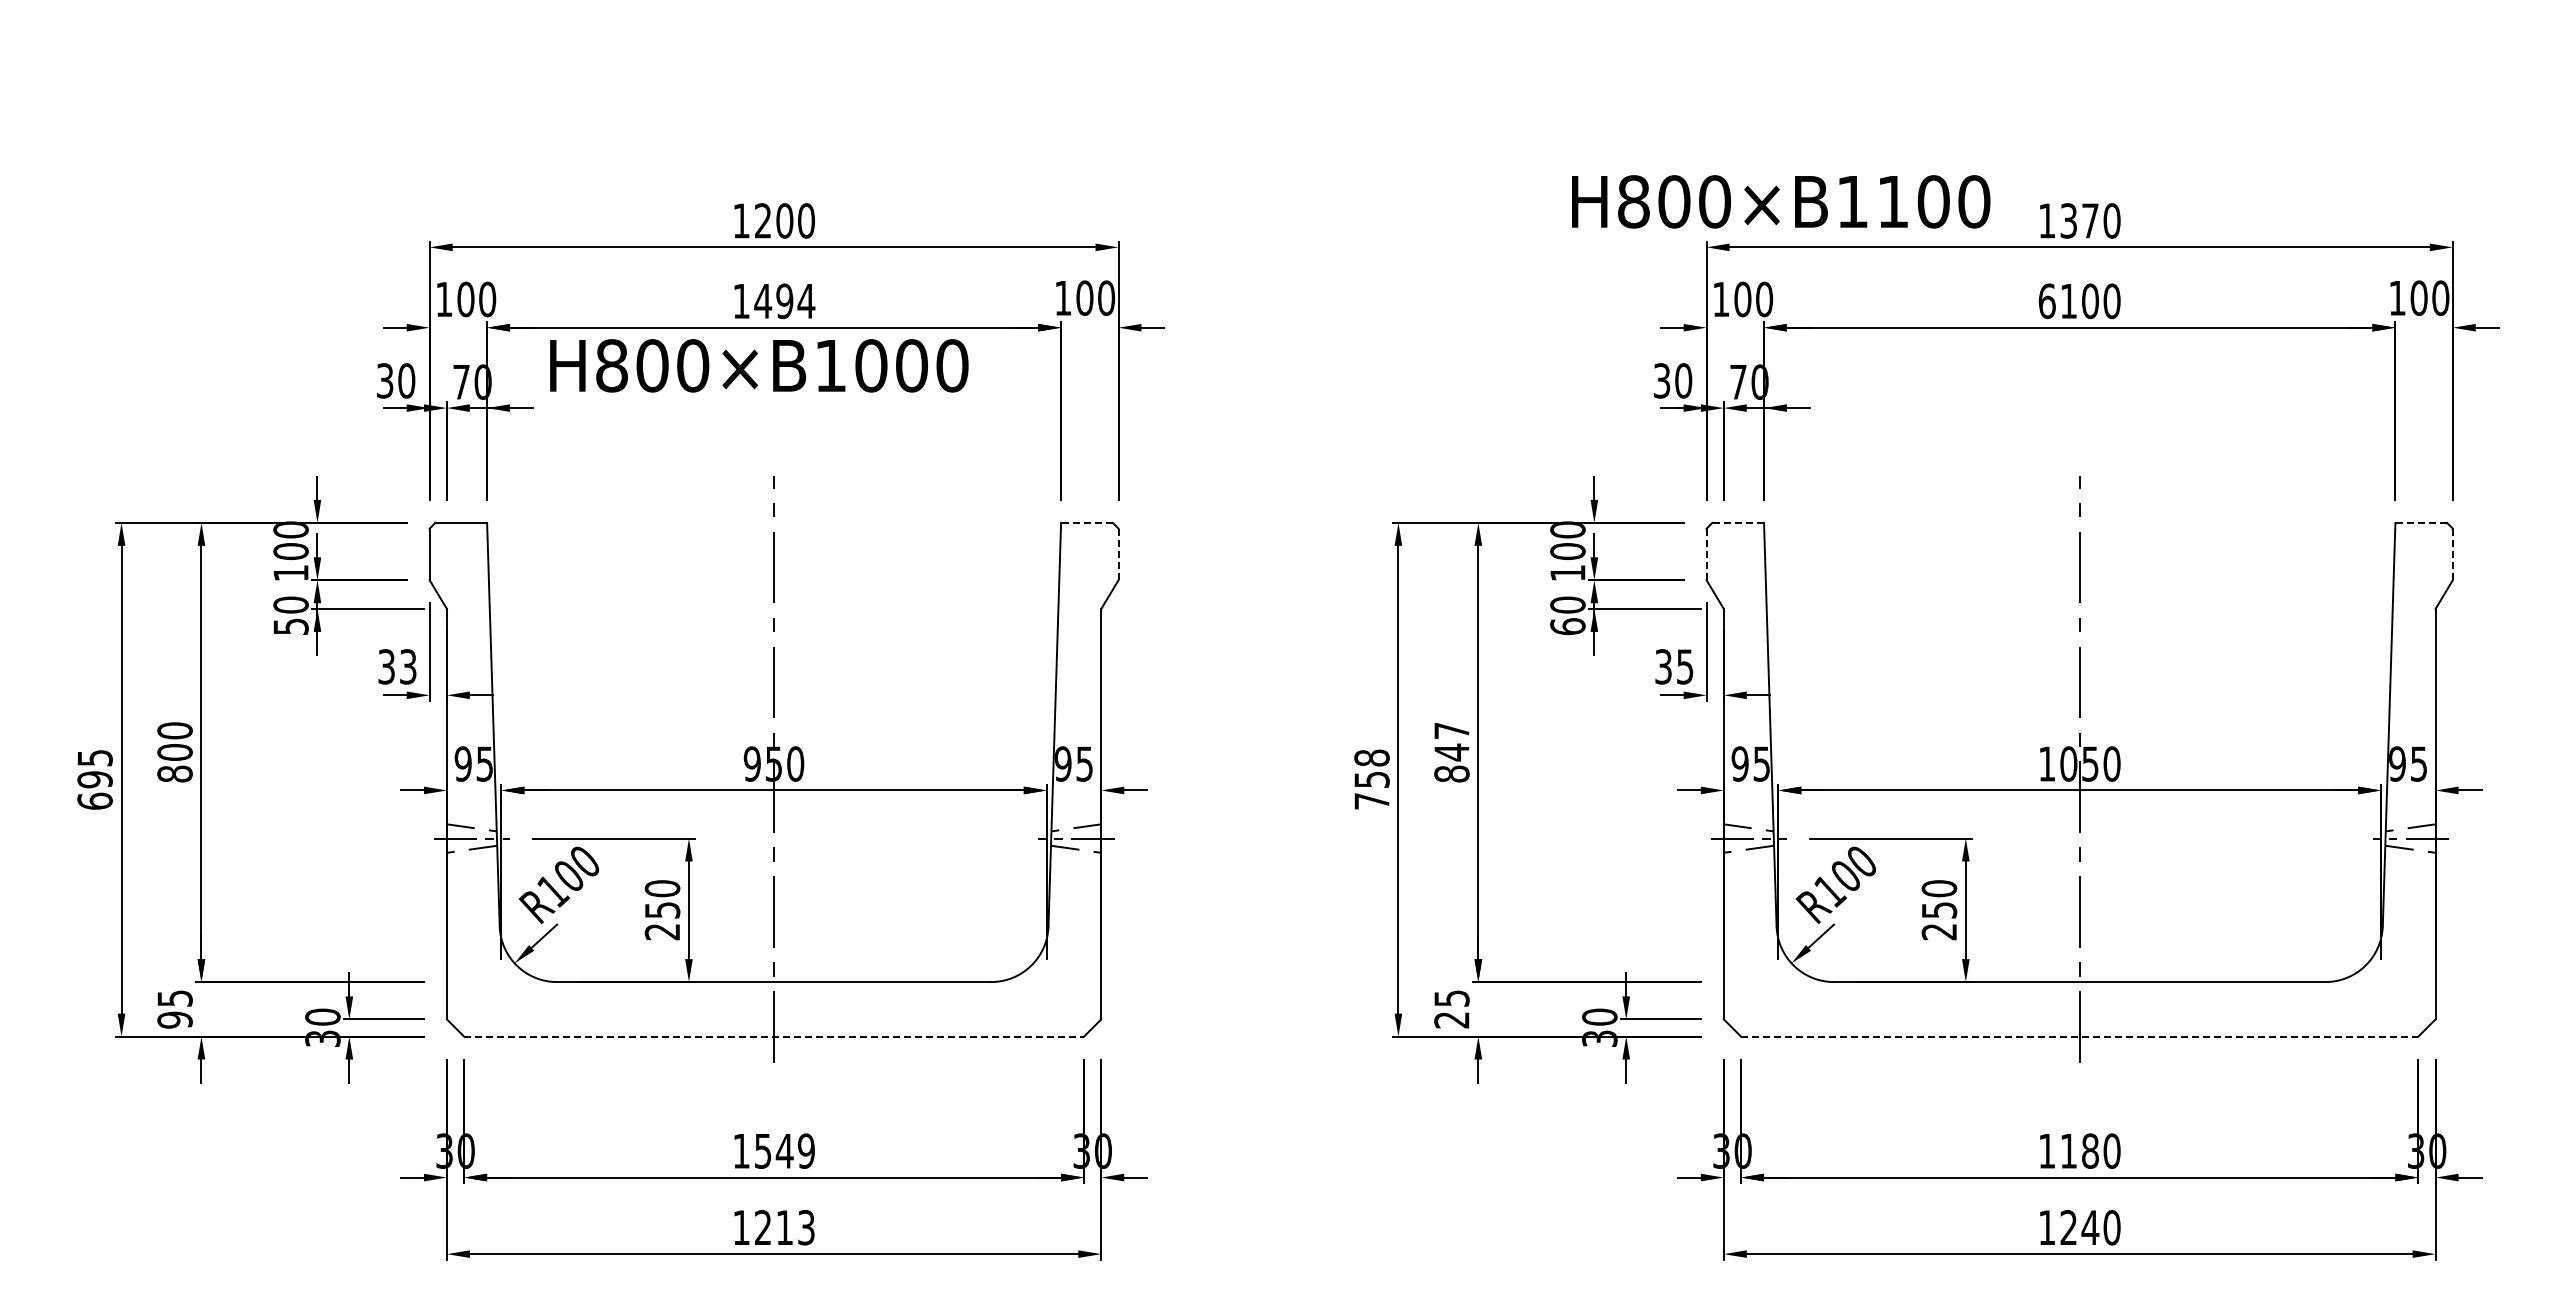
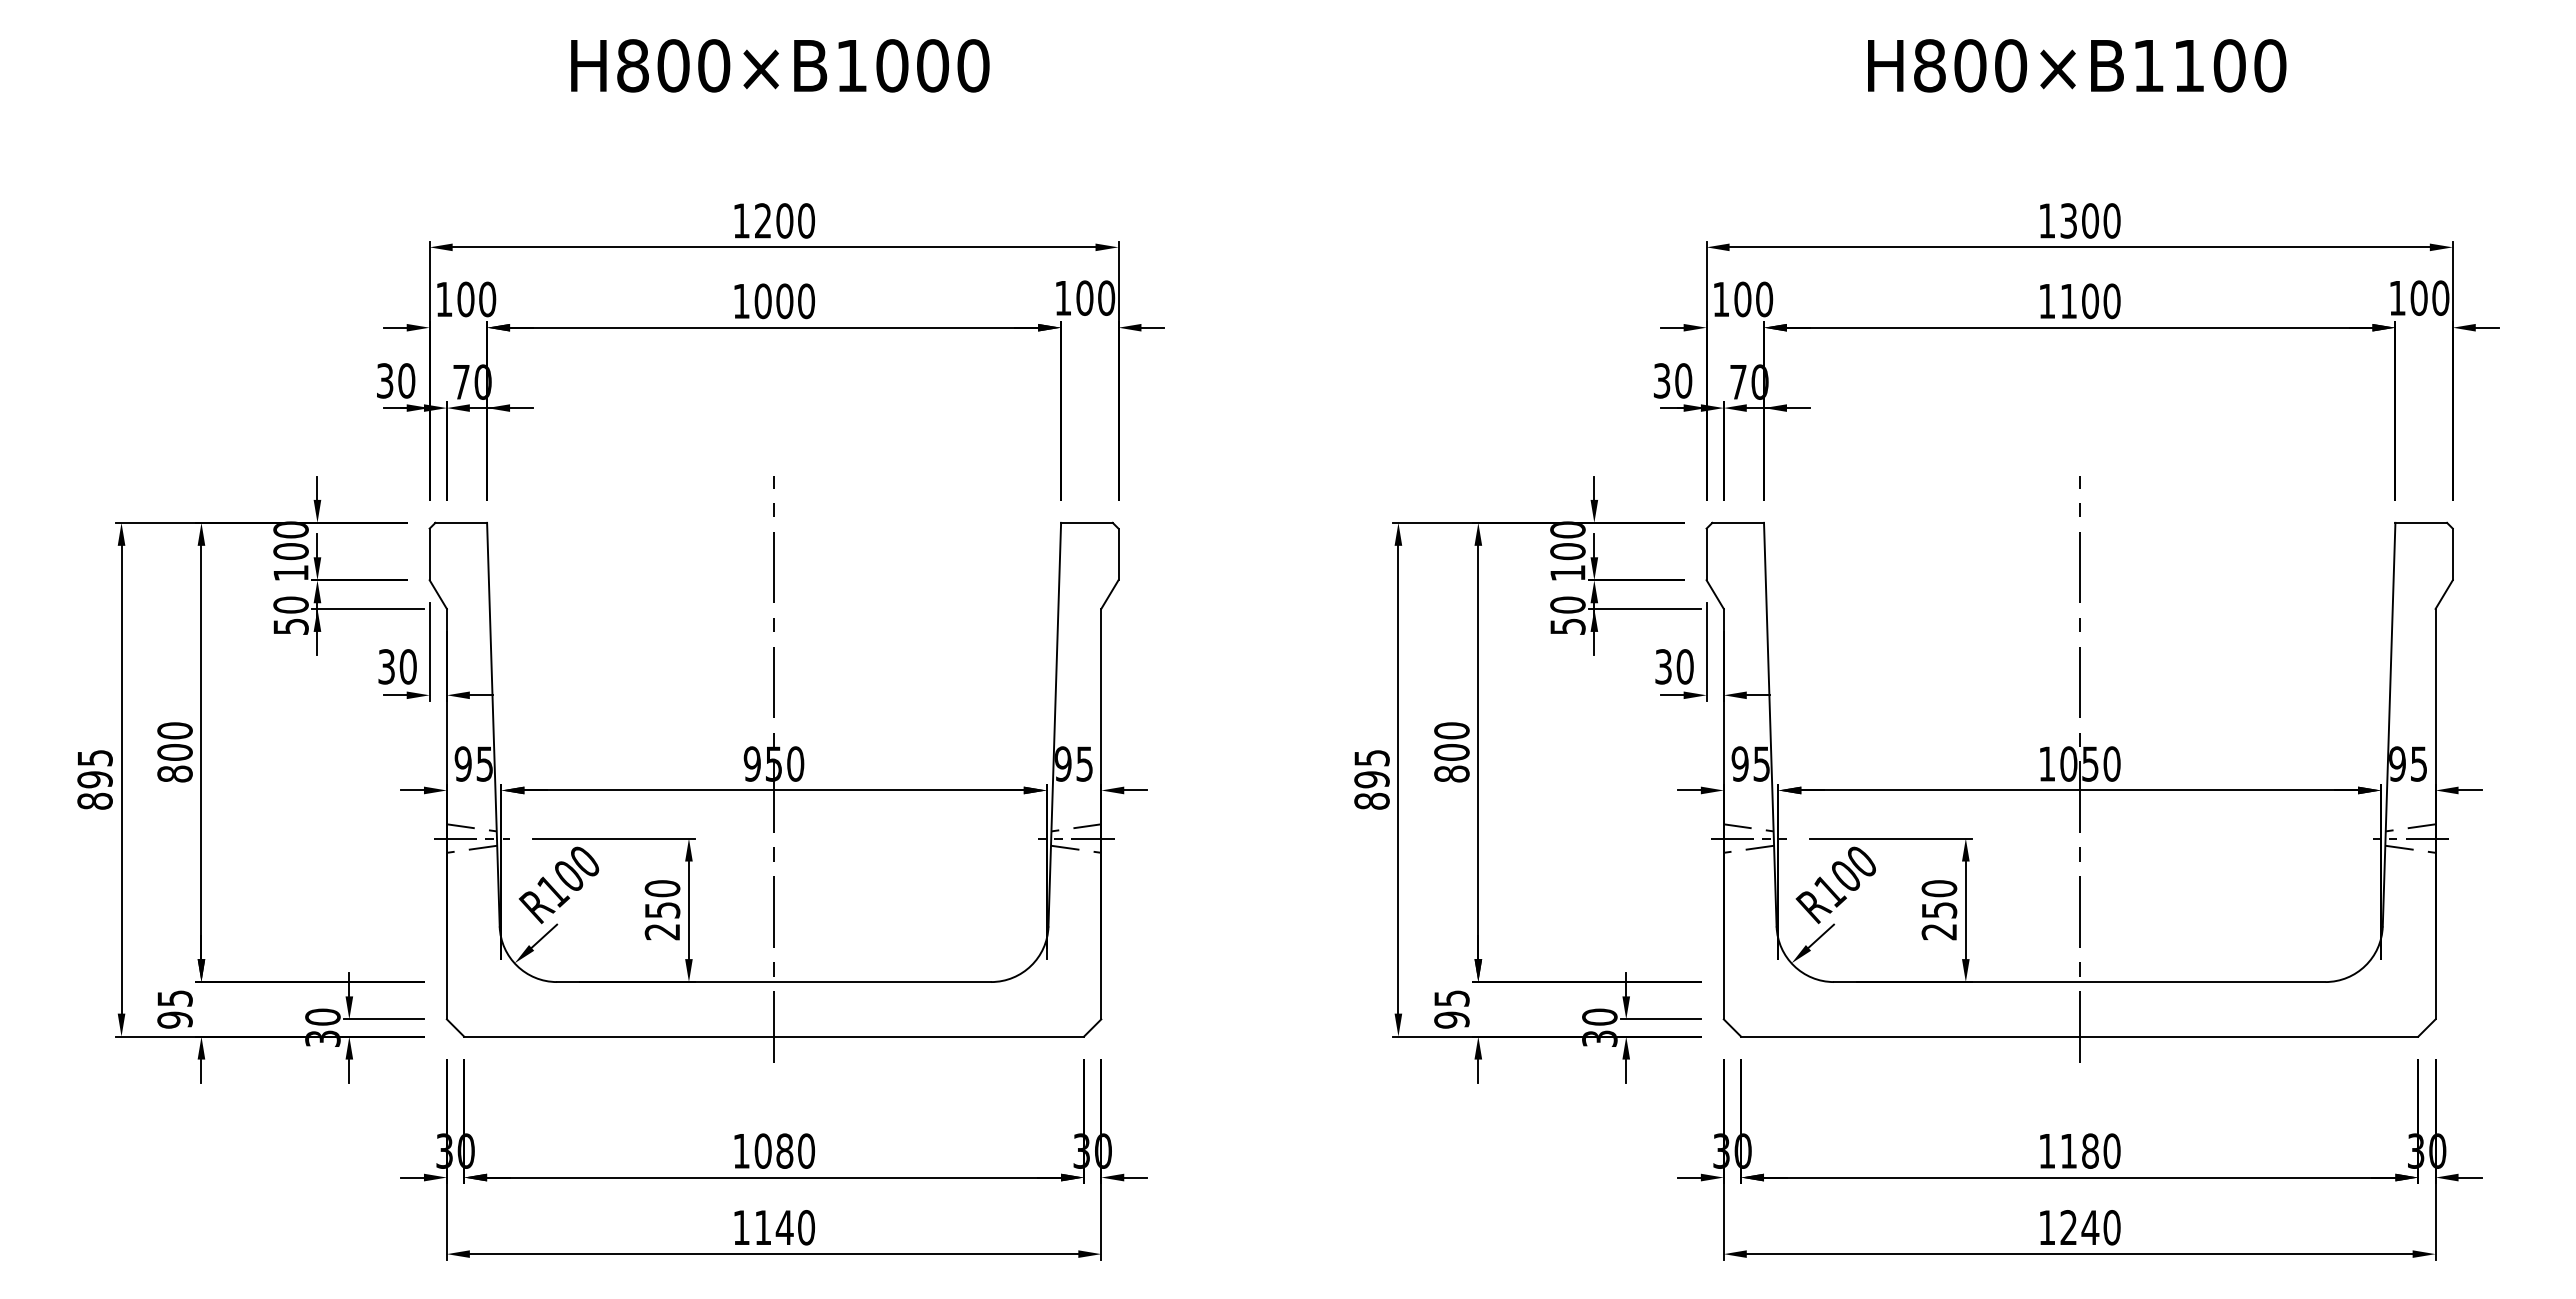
text at (1781, 201) position: (1781, 201) -> (2077, 65)
text at (2090, 220): 1370 -> 1300
text at (784, 301): 1494 -> 1000
text at (2046, 301): 6100 -> 1100
text at (759, 365) position: (759, 365) -> (780, 65)
line at (1086, 522): dashed -> solid
line at (1738, 522): dashed -> solid
line at (2421, 522): dashed -> solid
line at (1118, 554): dashed -> solid
line at (1706, 554): dashed -> solid
line at (2452, 554): dashed -> solid
text at (1567, 626): 60 -> 50
text at (407, 666): 33 -> 30
text at (1684, 666): 35 -> 30
text at (1451, 741): 847 -> 800
text at (1371, 779): 758 -> 895
text at (94, 800): 695 -> 895
text at (1451, 1019): 25 -> 95
line at (774, 1036): dashed -> solid
line at (2079, 1036): dashed -> solid
text at (784, 1150): 1549 -> 1080
text at (785, 1227): 1213 -> 1140
